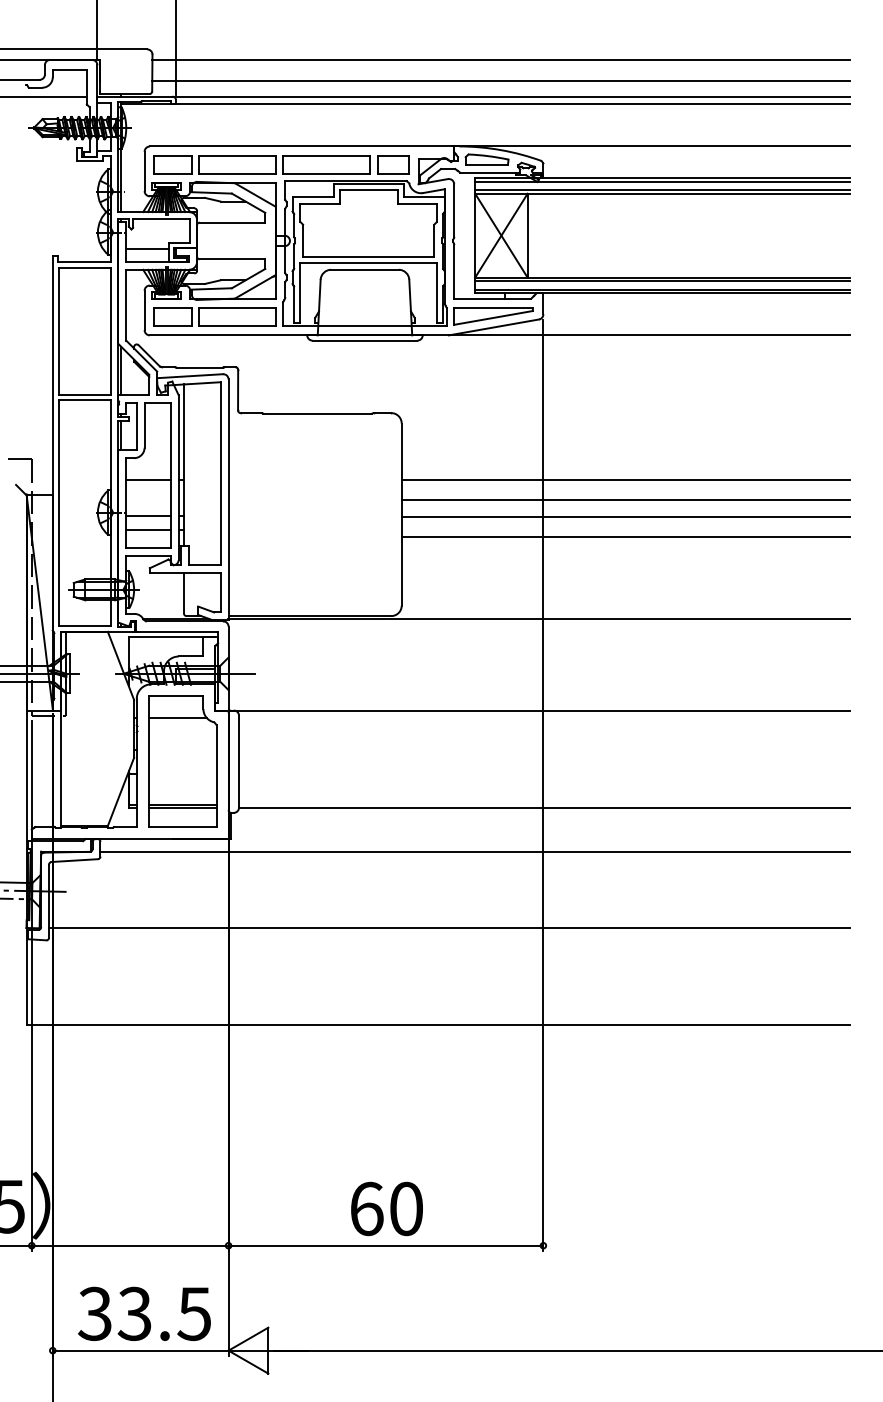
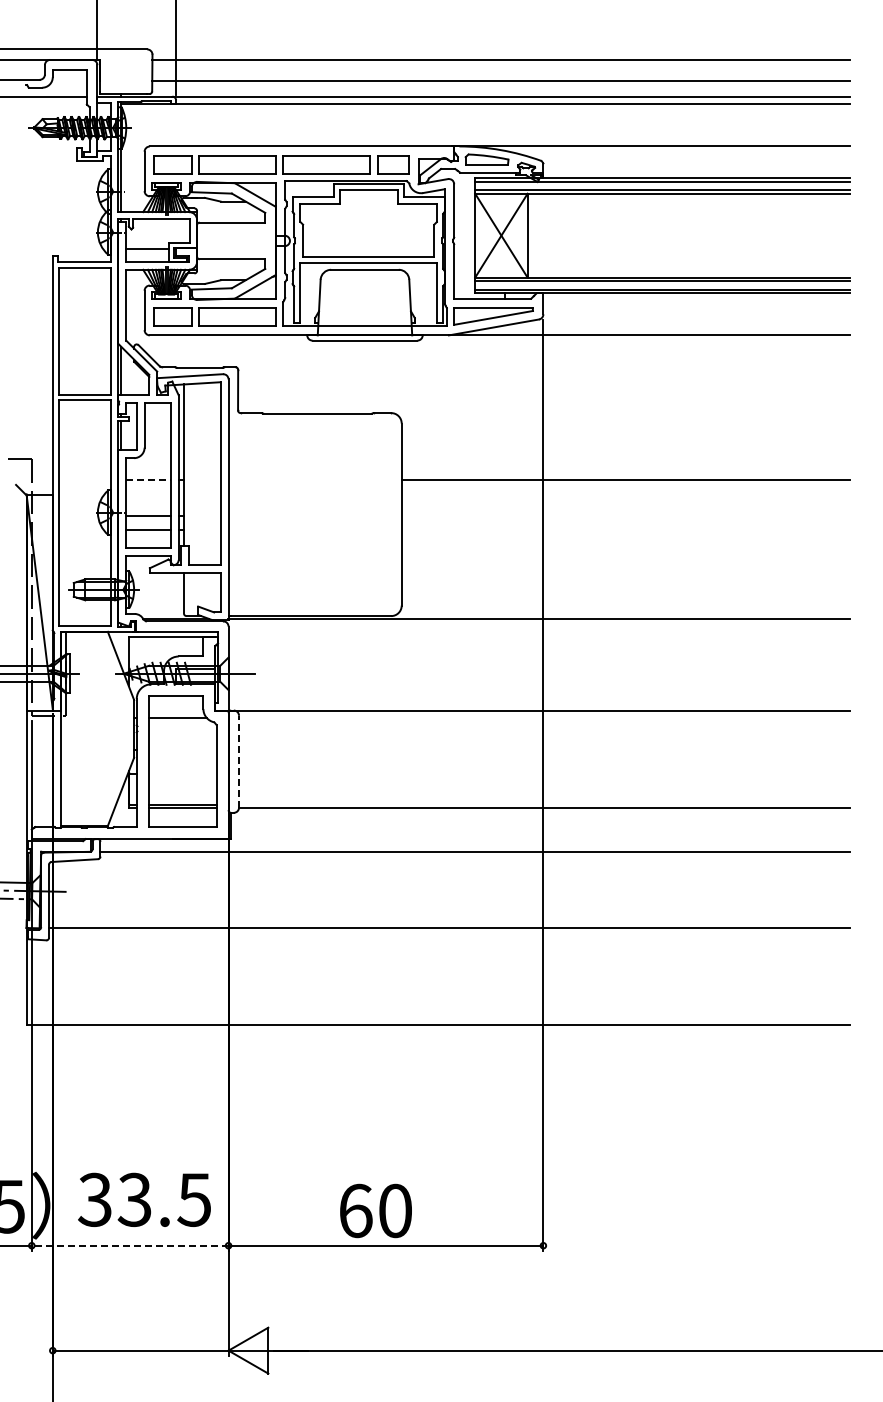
line at (149, 479): solid -> dashed
line at (625, 499): present -> none
line at (625, 517): present -> none
line at (625, 537): present -> none
line at (239, 761): solid -> dashed
text at (386, 1208) position: (386, 1208) -> (375, 1210)
line at (129, 1245): solid -> dashed
text at (144, 1313) position: (144, 1313) -> (144, 1199)
